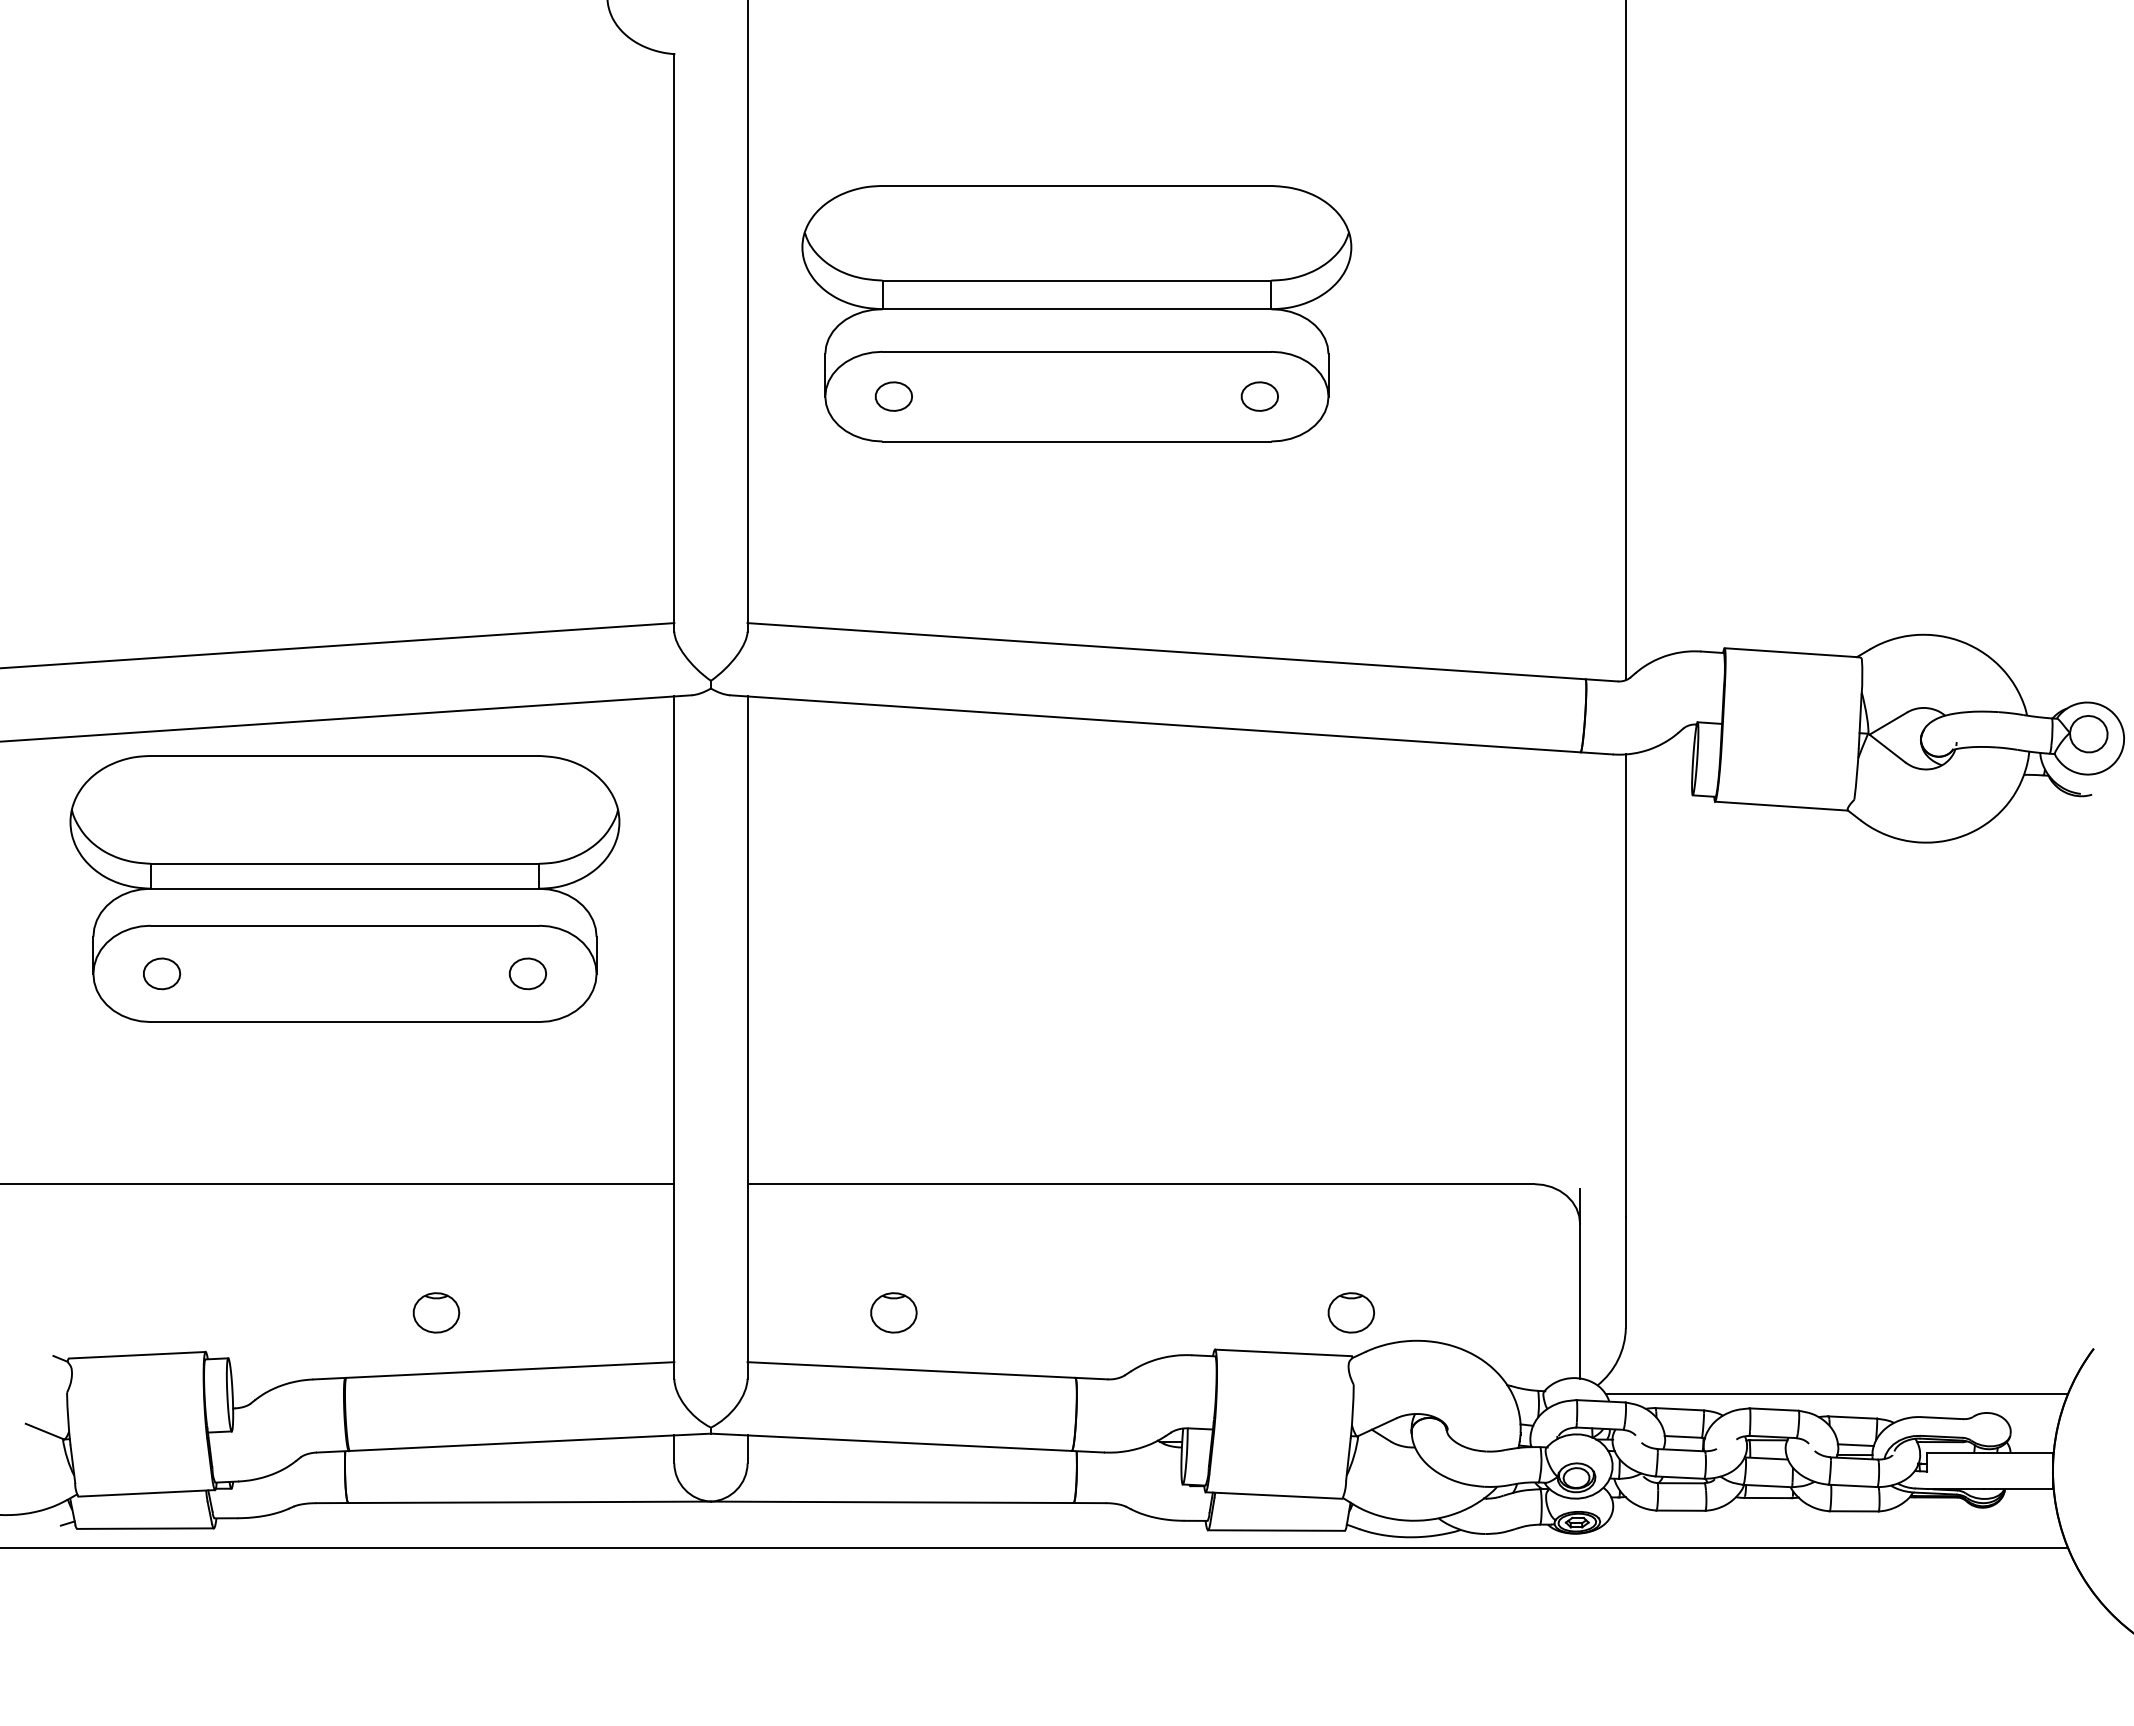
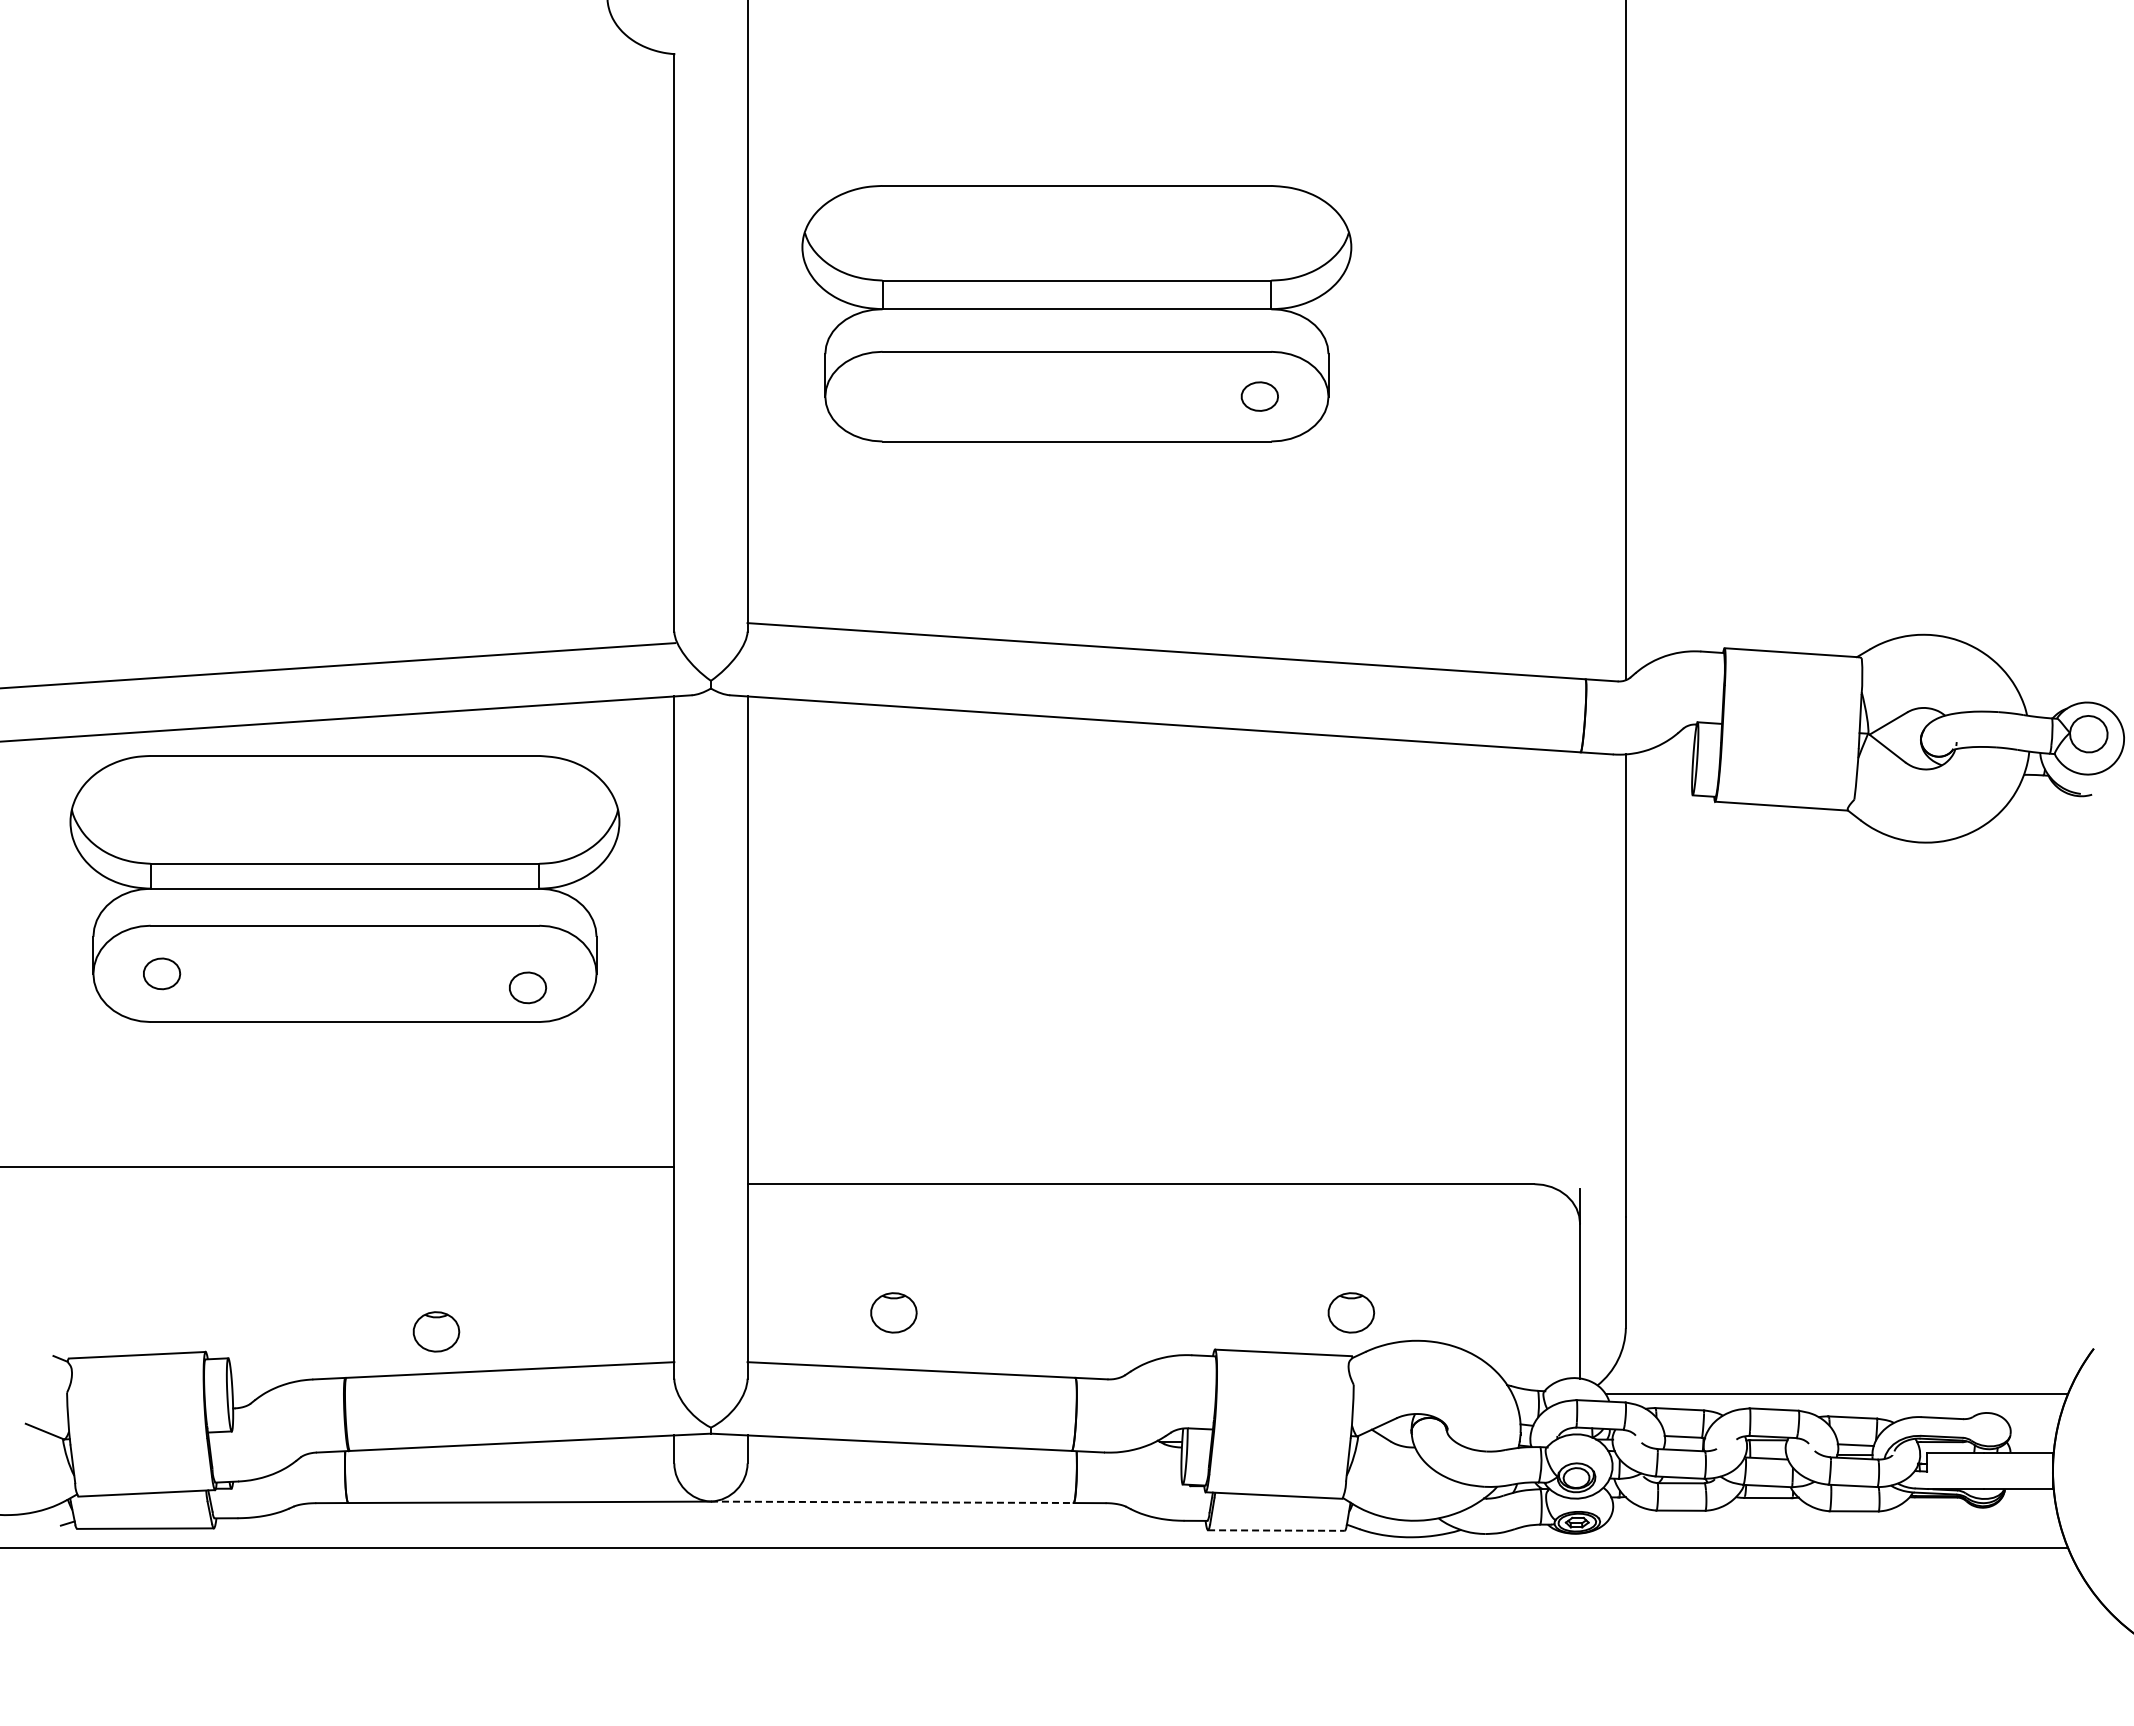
part at (893, 396): present -> none
line at (338, 645) position: (338, 645) -> (338, 665)
part at (528, 973) position: (528, 973) -> (528, 987)
line at (338, 1184) position: (338, 1184) -> (338, 1167)
part at (436, 1312) position: (436, 1312) -> (436, 1331)
line at (892, 1502): solid -> dashed
line at (1276, 1530): solid -> dashed
